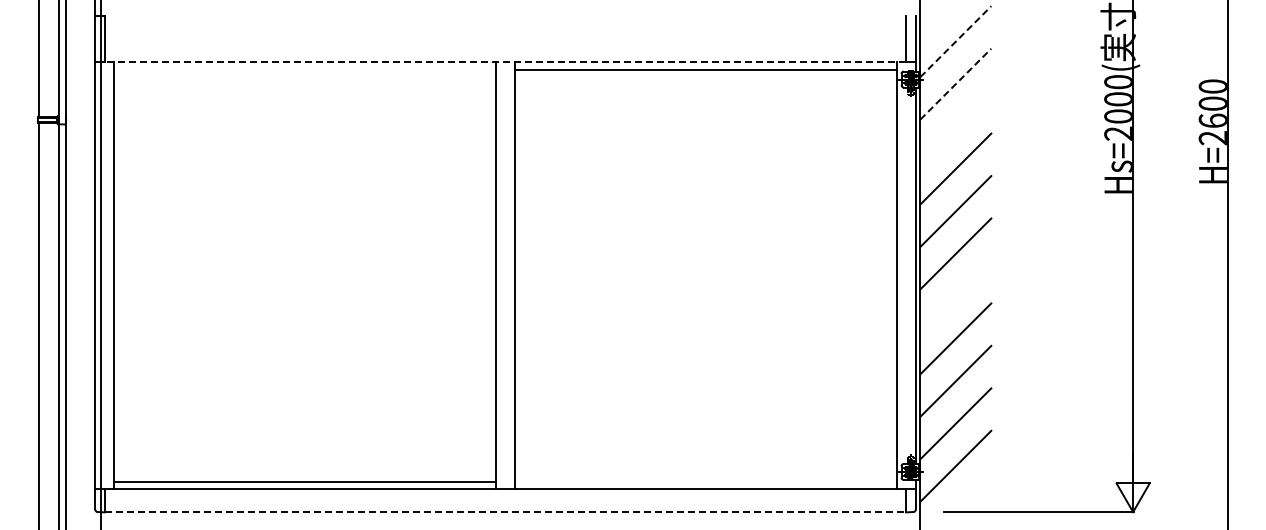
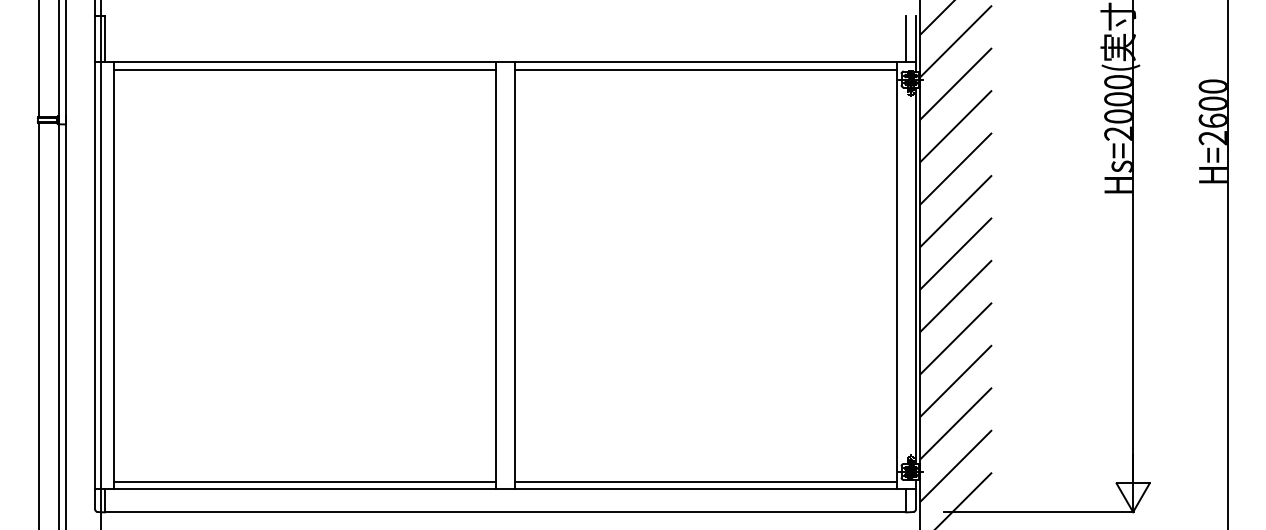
line at (936, 18): none -> present
line at (956, 41): dashed -> solid
line at (505, 62): dashed -> solid
line at (305, 69): none -> present
line at (956, 83): dashed -> solid
line at (955, 126): none -> present
line at (955, 295): none -> present
line at (705, 481): none -> present
line at (964, 499): none -> present
line at (505, 512): dashed -> solid
